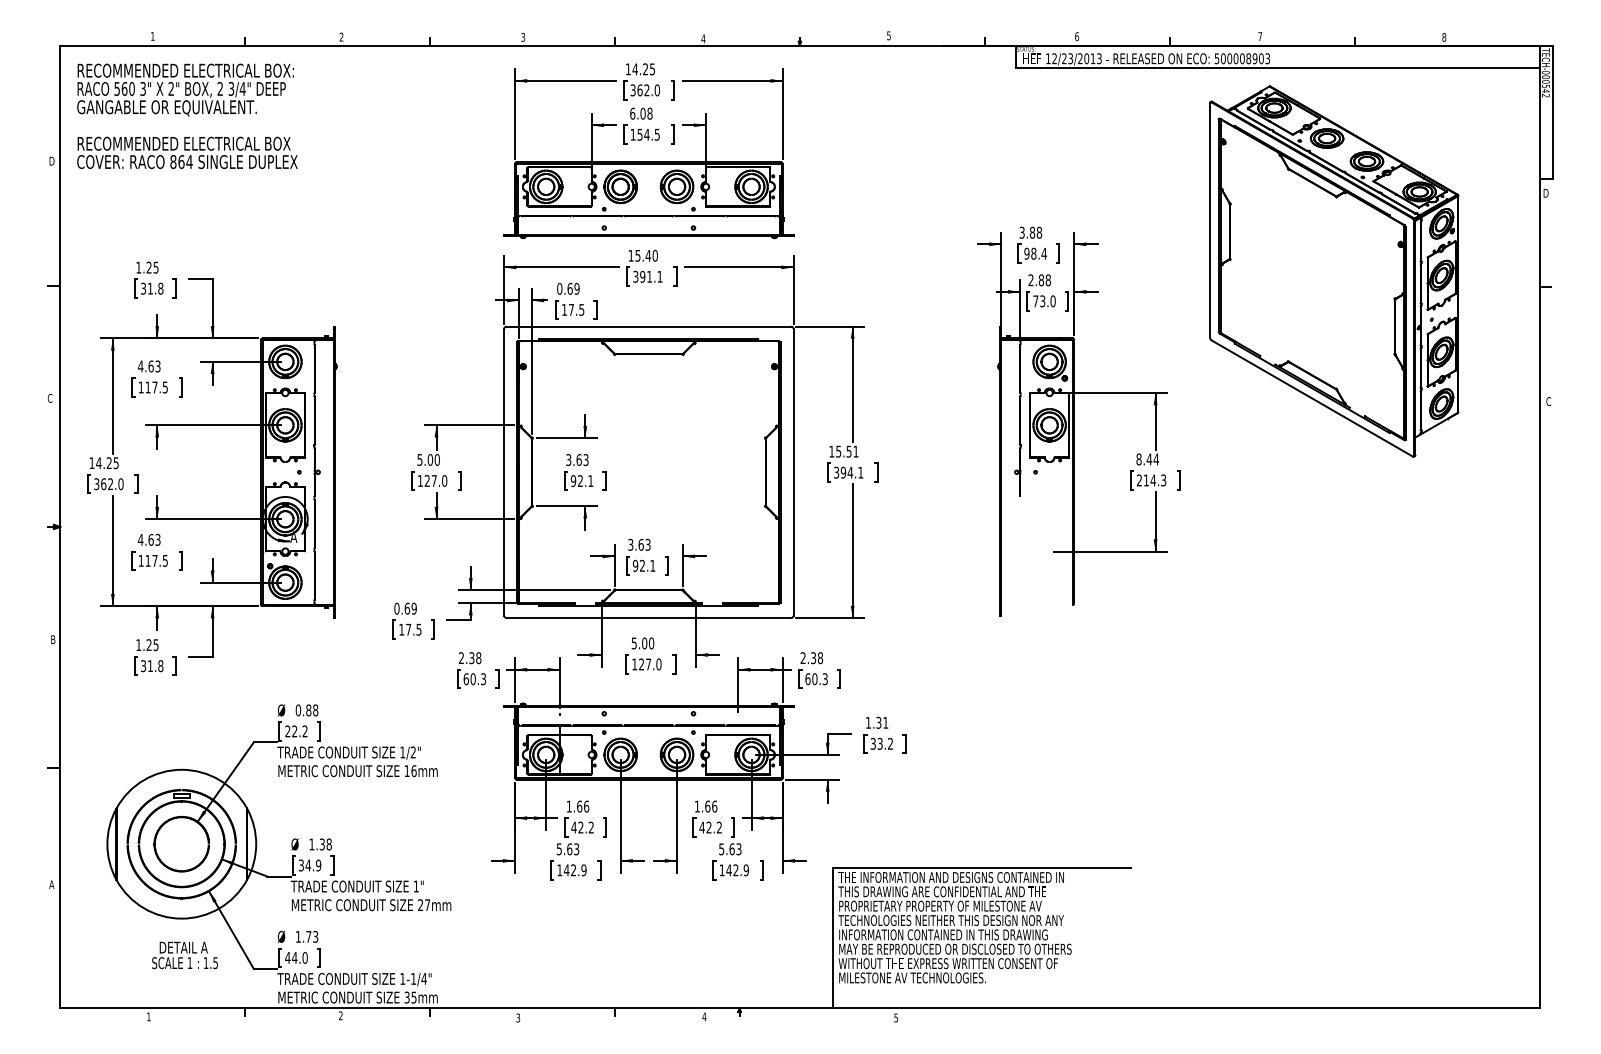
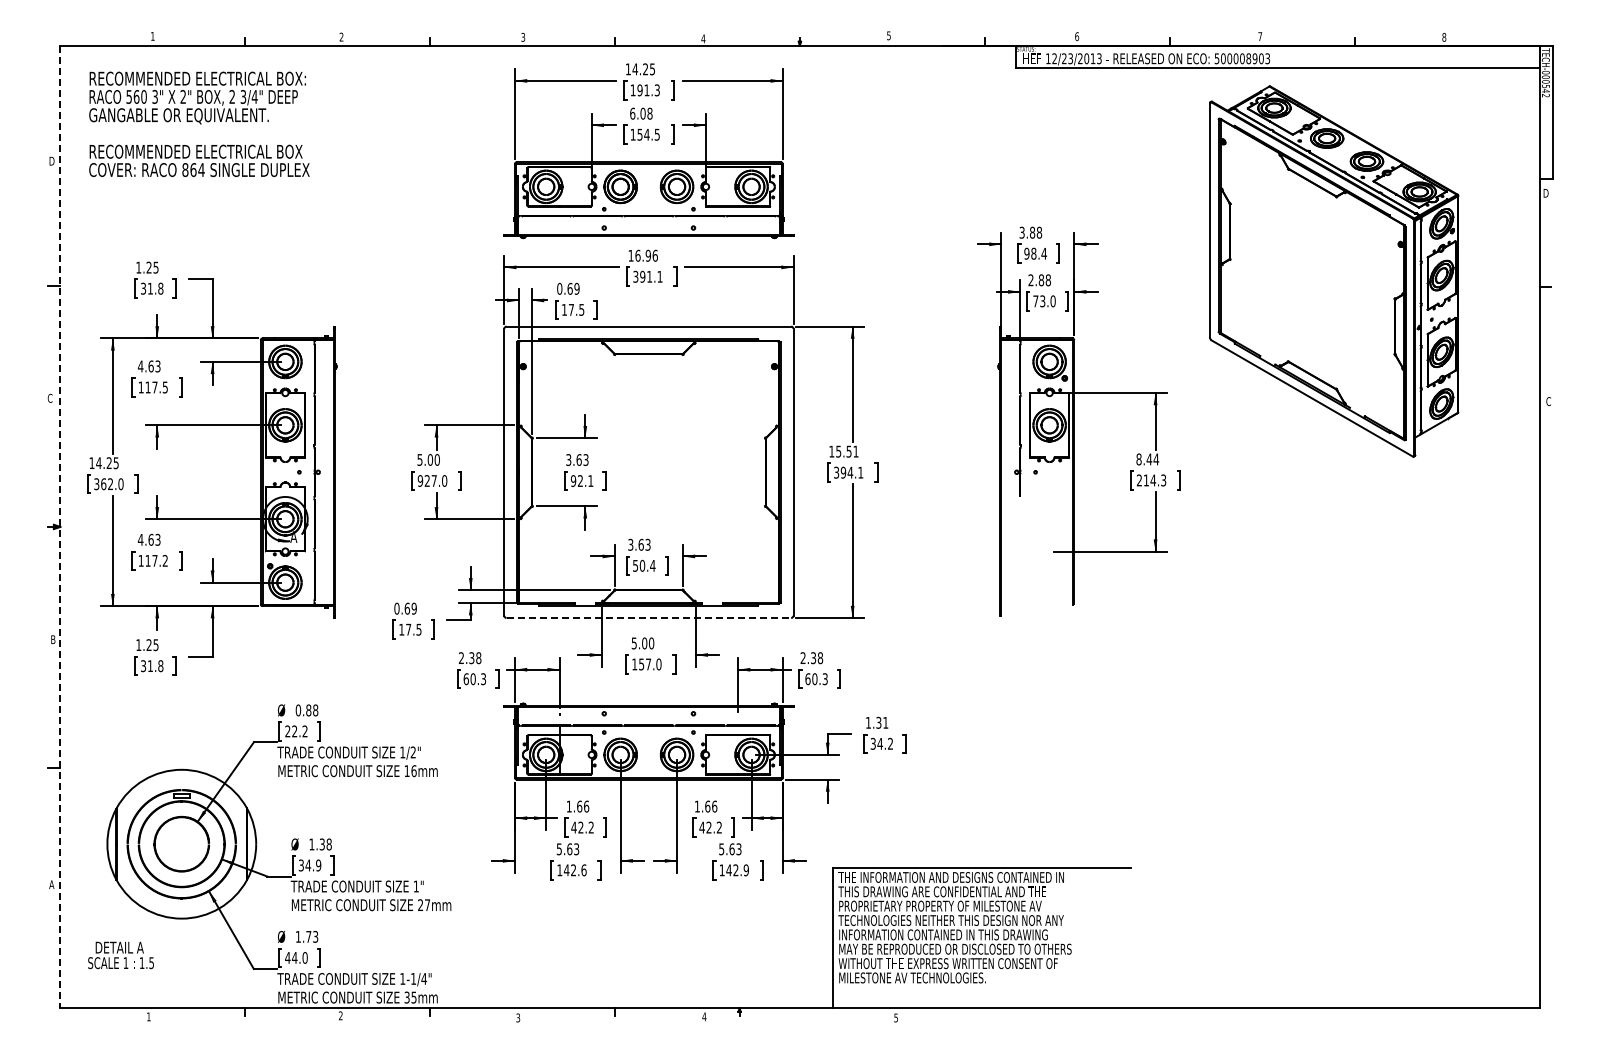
text at (644, 90): 362.0 -> 191.3
text at (187, 116) position: (187, 116) -> (199, 124)
text at (646, 255): 15.40 -> 16.96
text at (420, 480): 127.0 -> 927.0
line at (60, 527): solid -> dashed
text at (164, 560): 117.5 -> 117.2
text at (643, 565): 92.1 -> 50.4
line at (649, 618): solid -> dashed
text at (641, 664): 127.0 -> 157.0
text at (879, 743): 33.2 -> 34.2
text at (583, 870): 142.9 -> 142.6
text at (184, 955) position: (184, 955) -> (120, 955)
